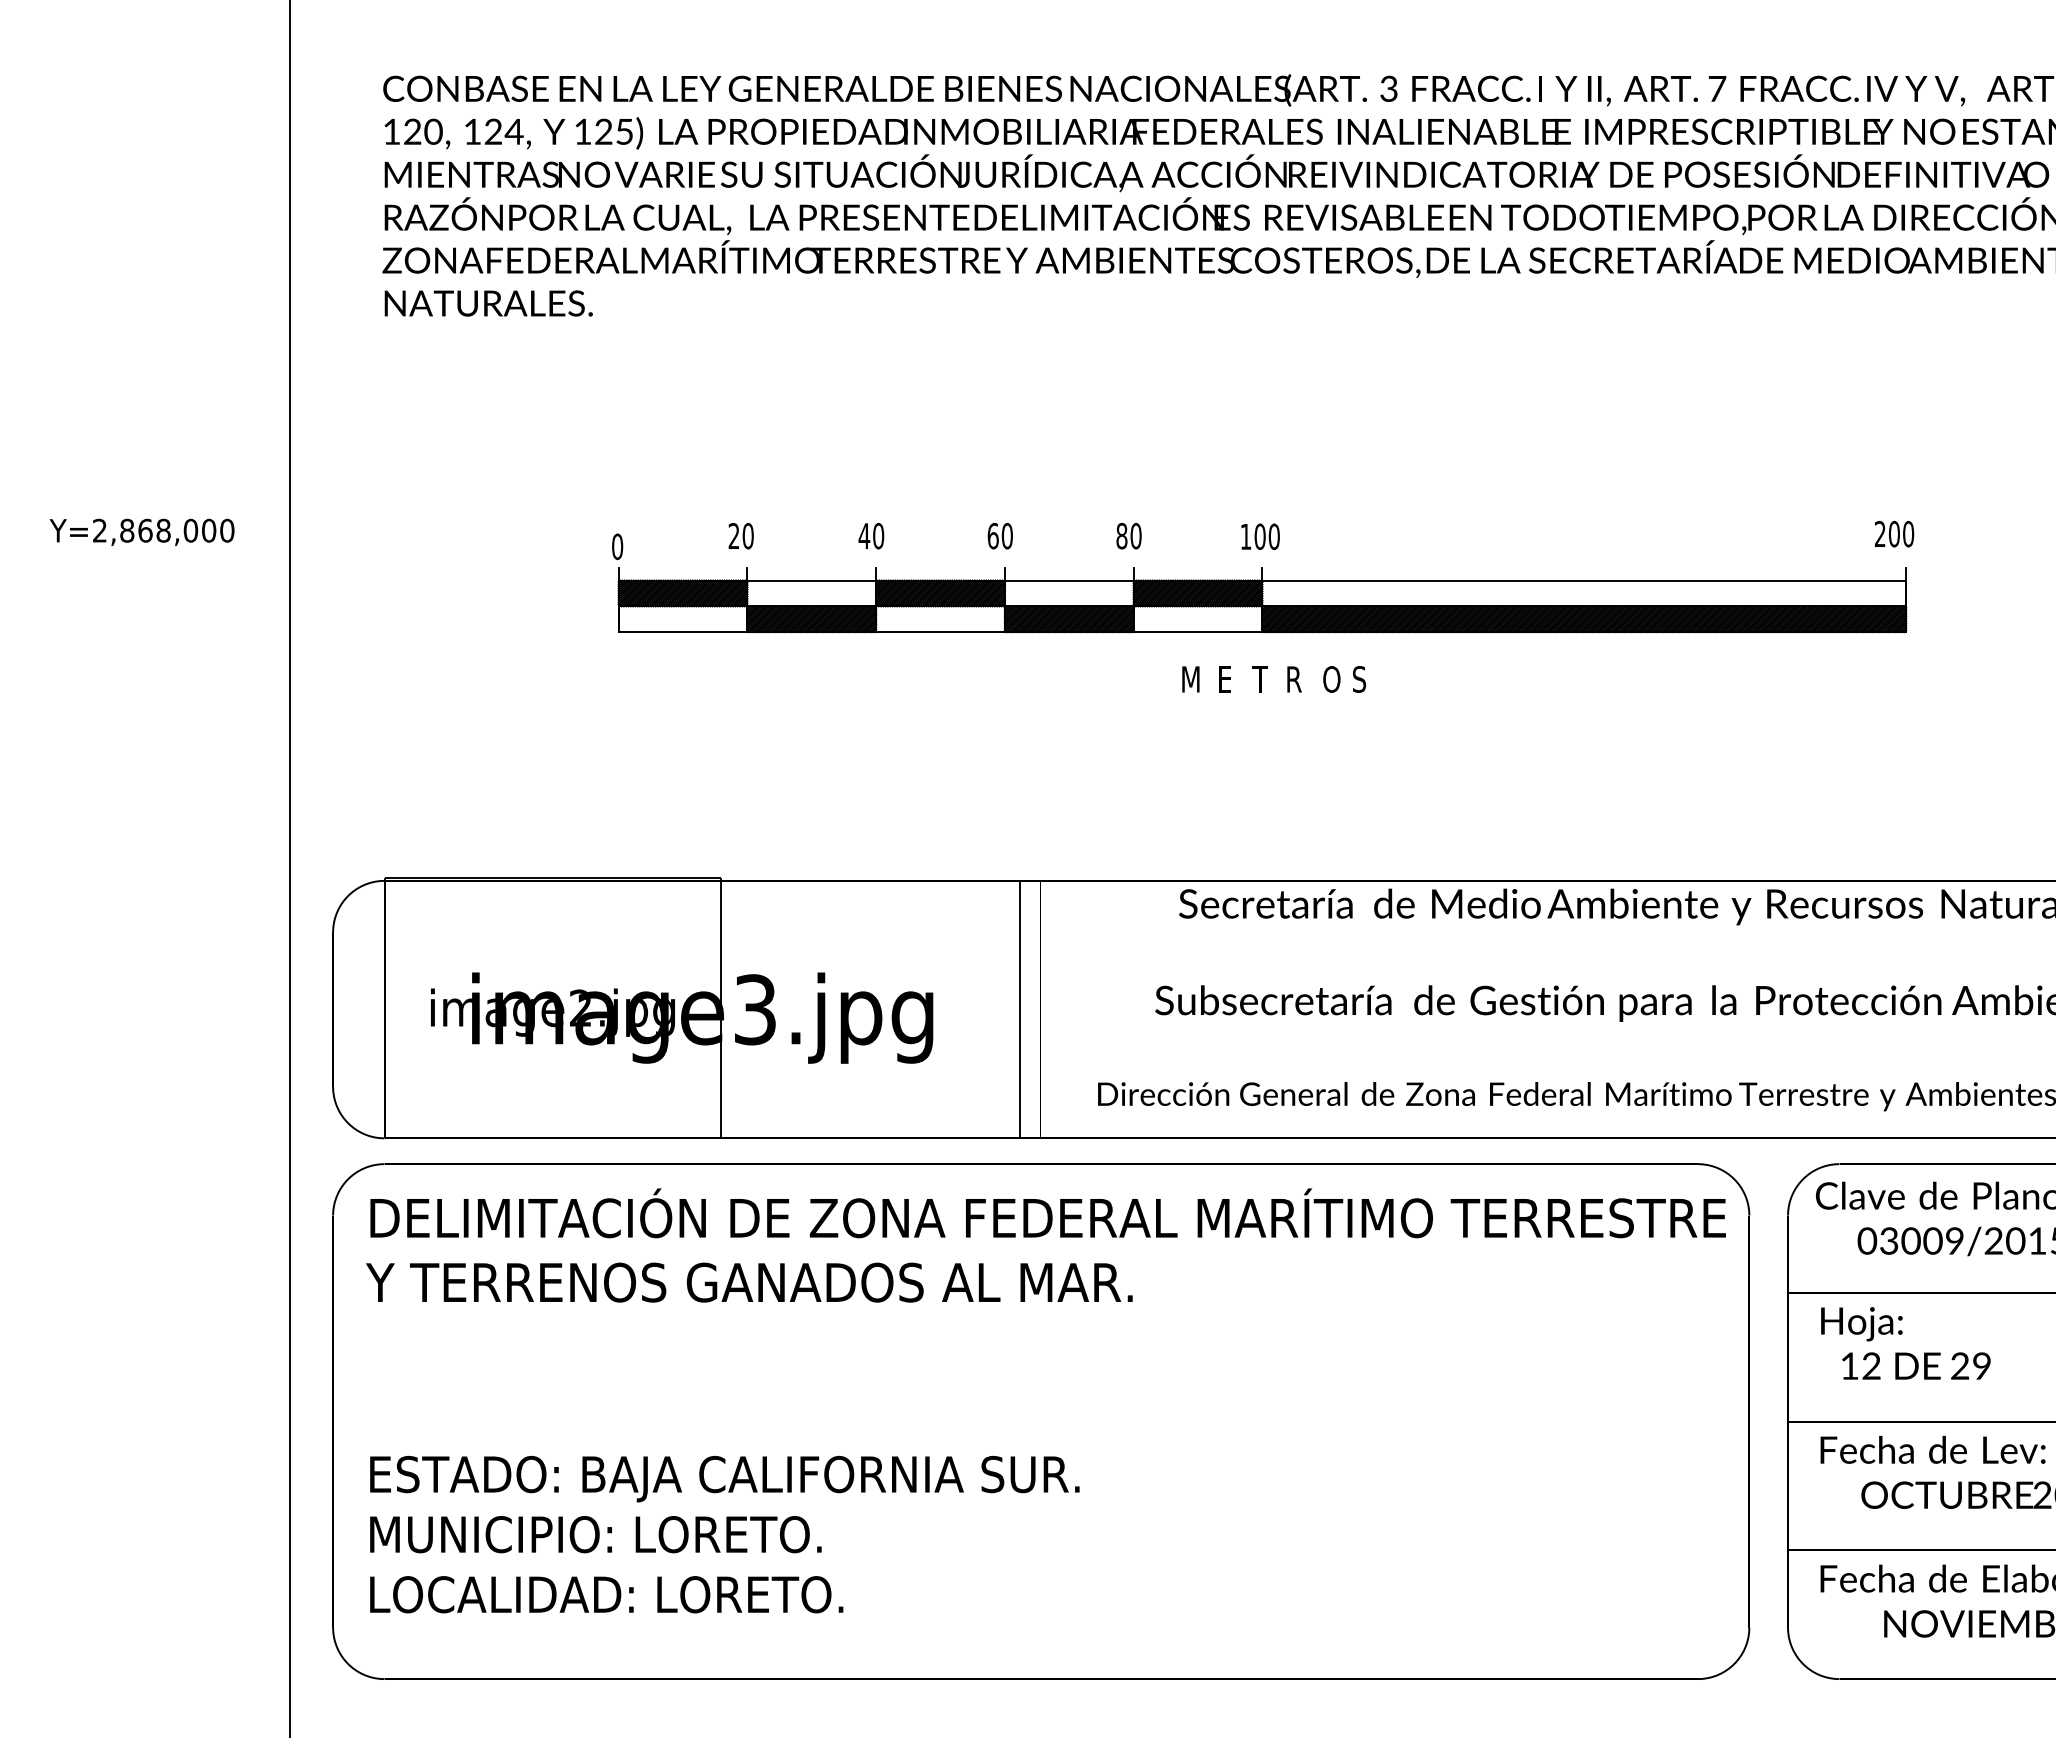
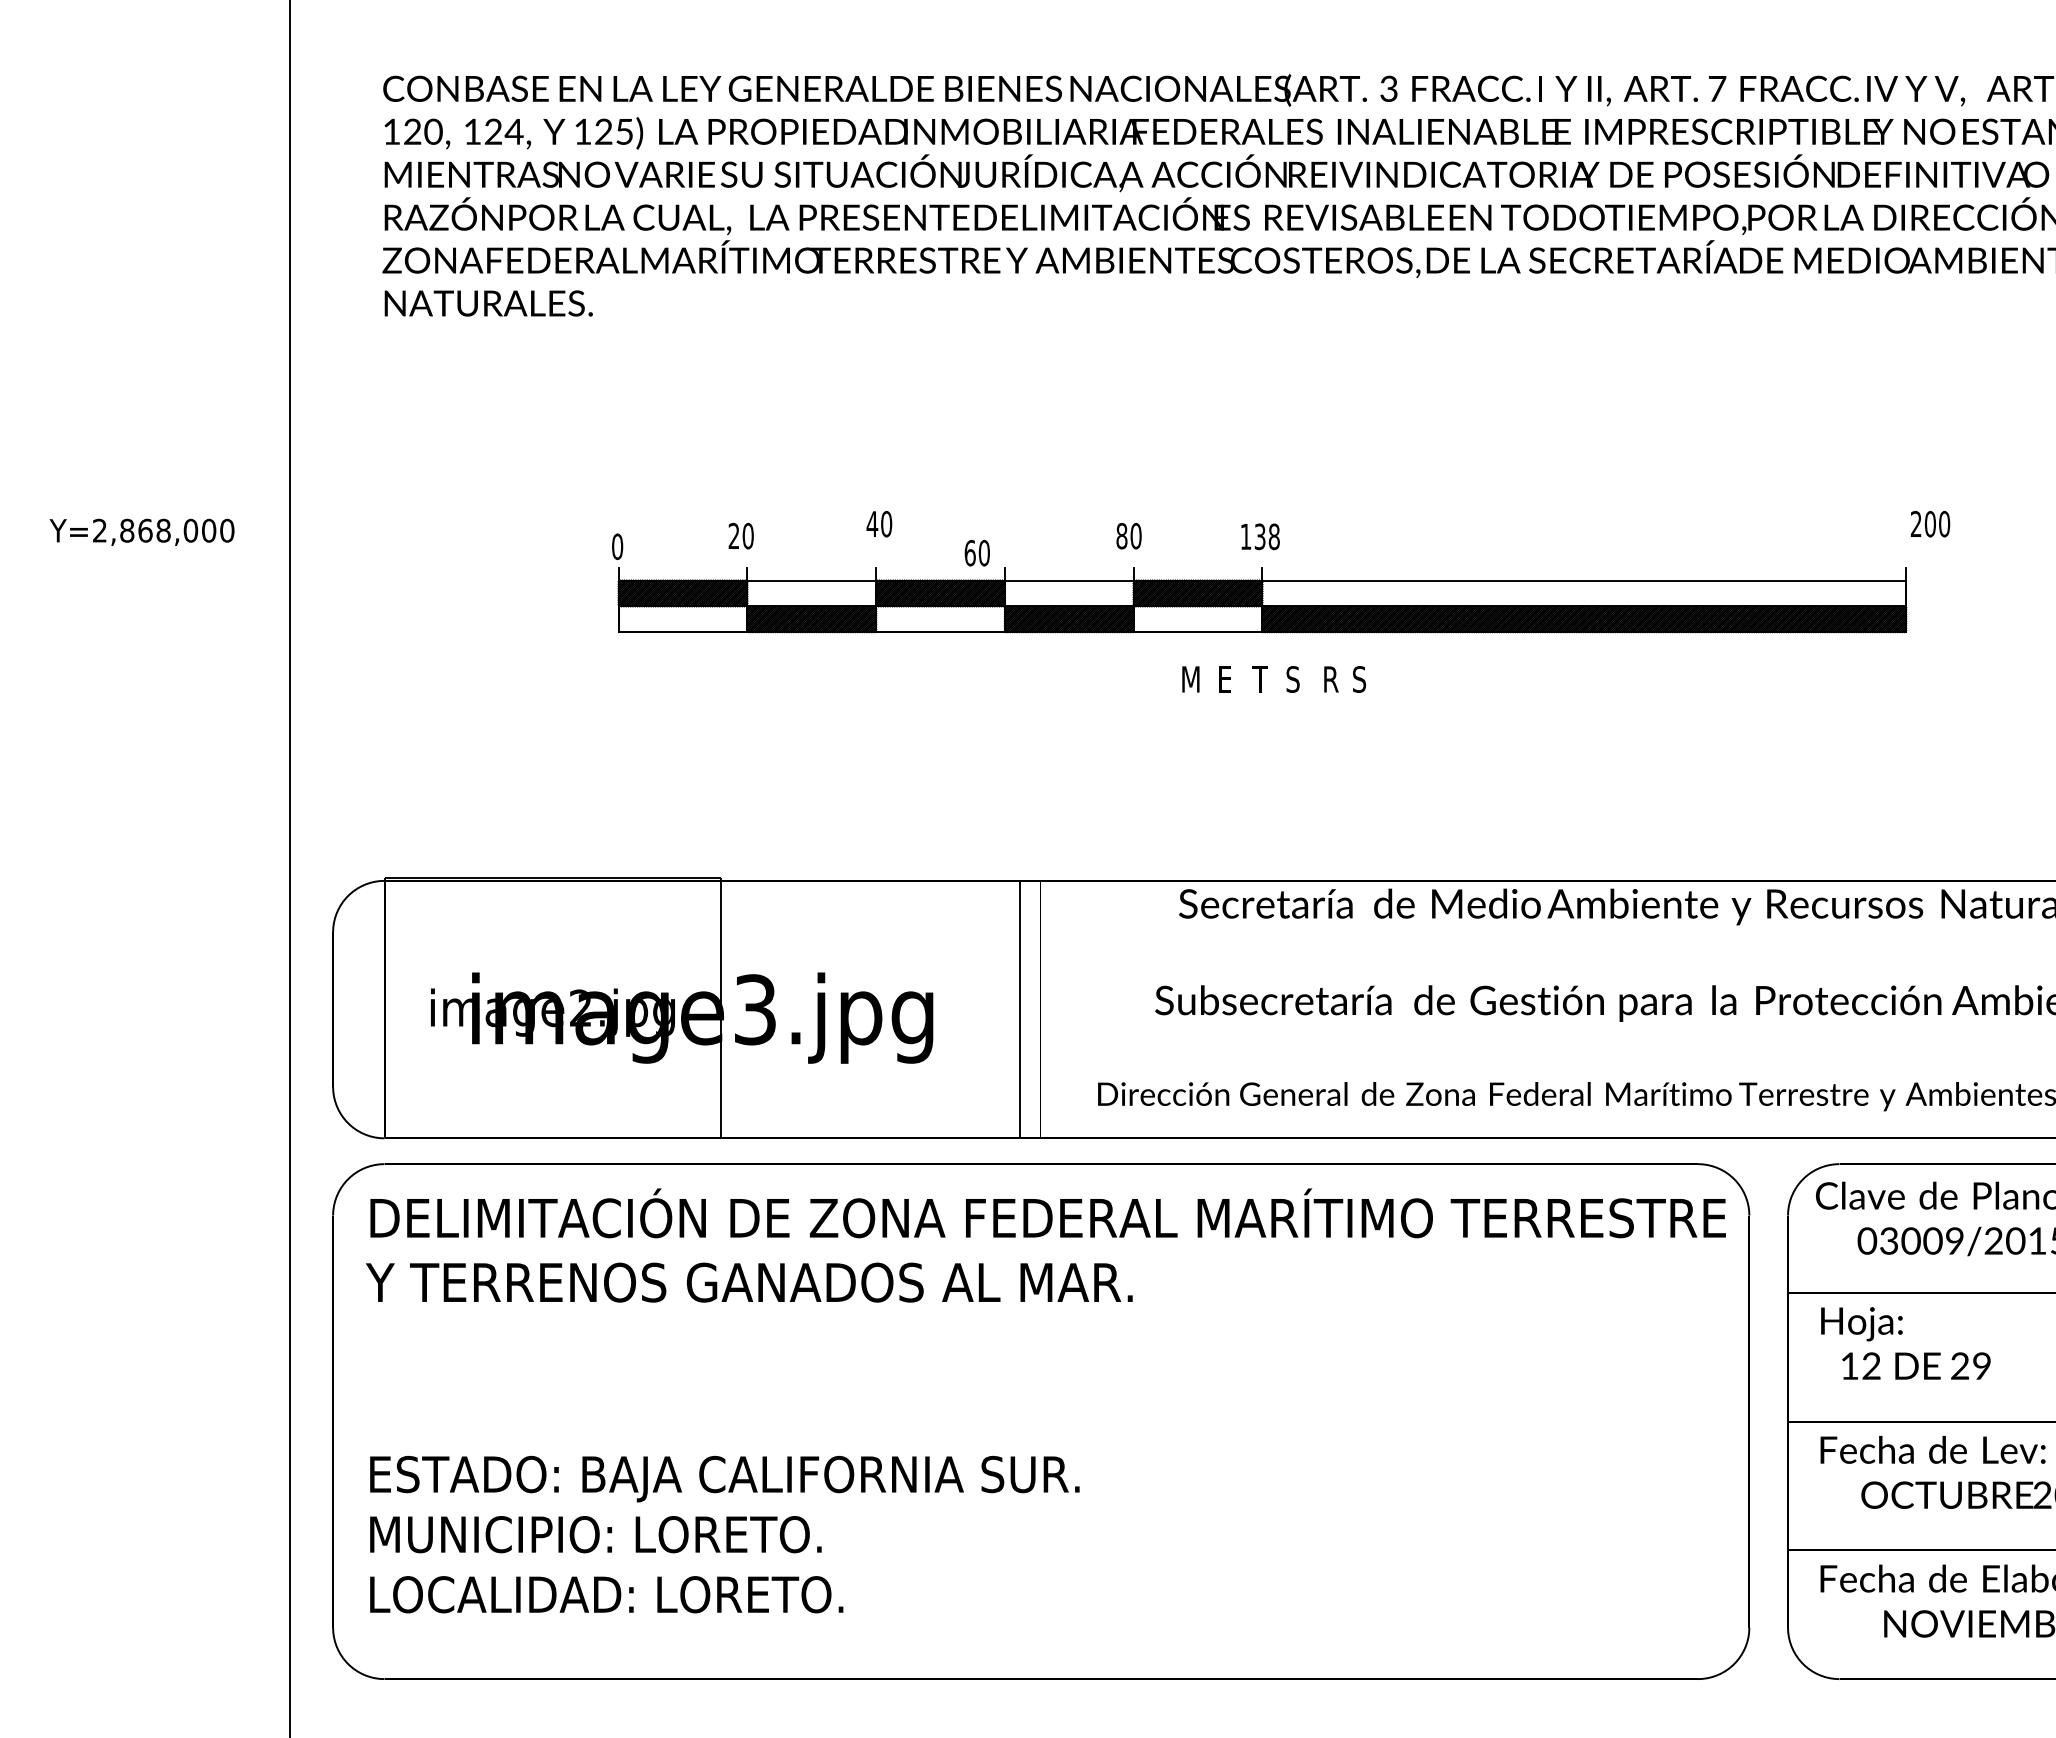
text at (1894, 533) position: (1894, 533) -> (1930, 523)
text at (999, 535) position: (999, 535) -> (976, 552)
text at (871, 536) position: (871, 536) -> (879, 524)
text at (1266, 536): 100 -> 138
text at (1293, 679): R -> S
text at (1331, 679): O -> R
